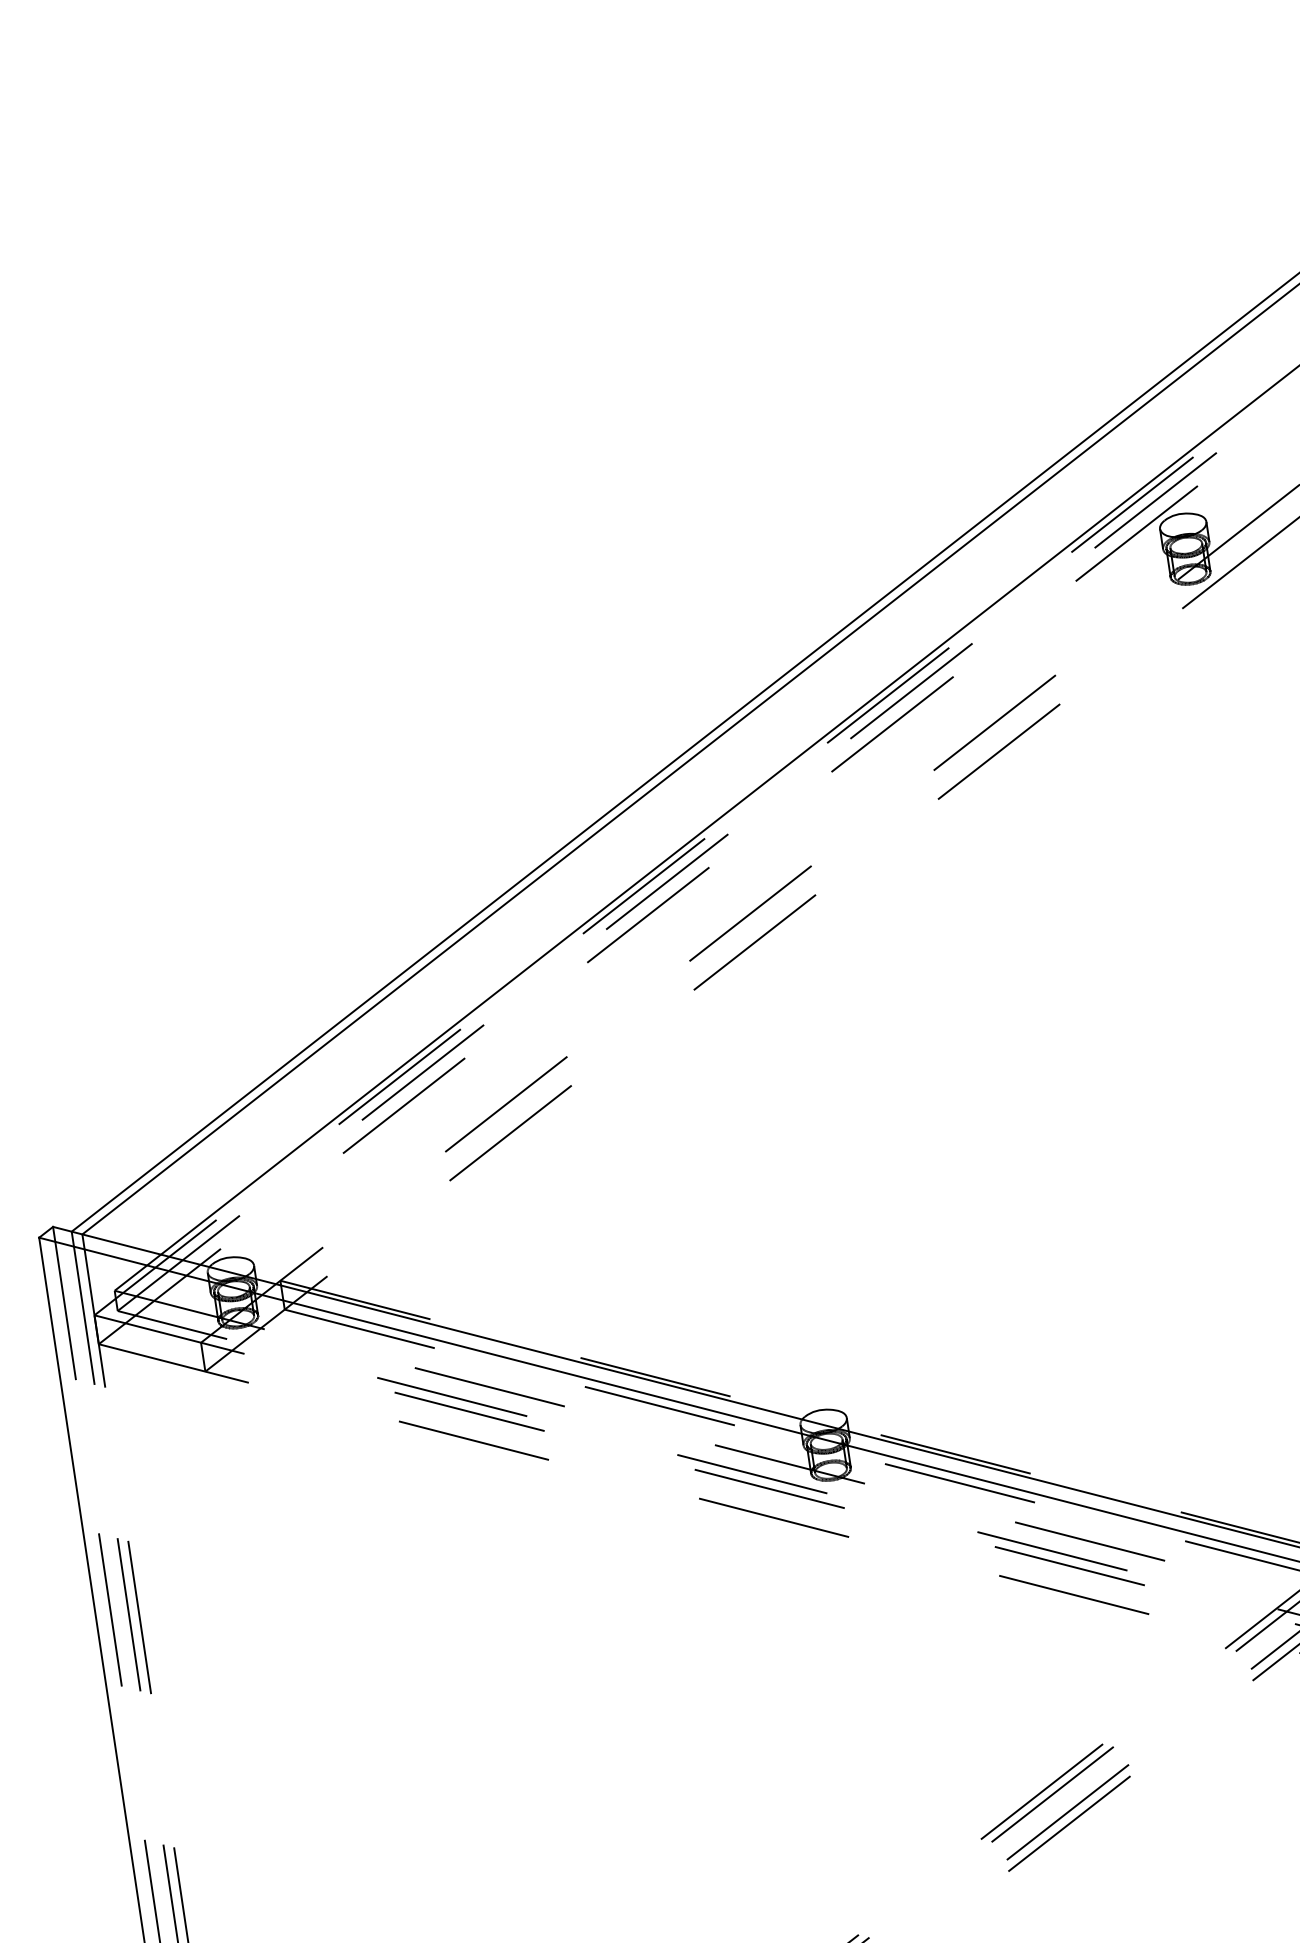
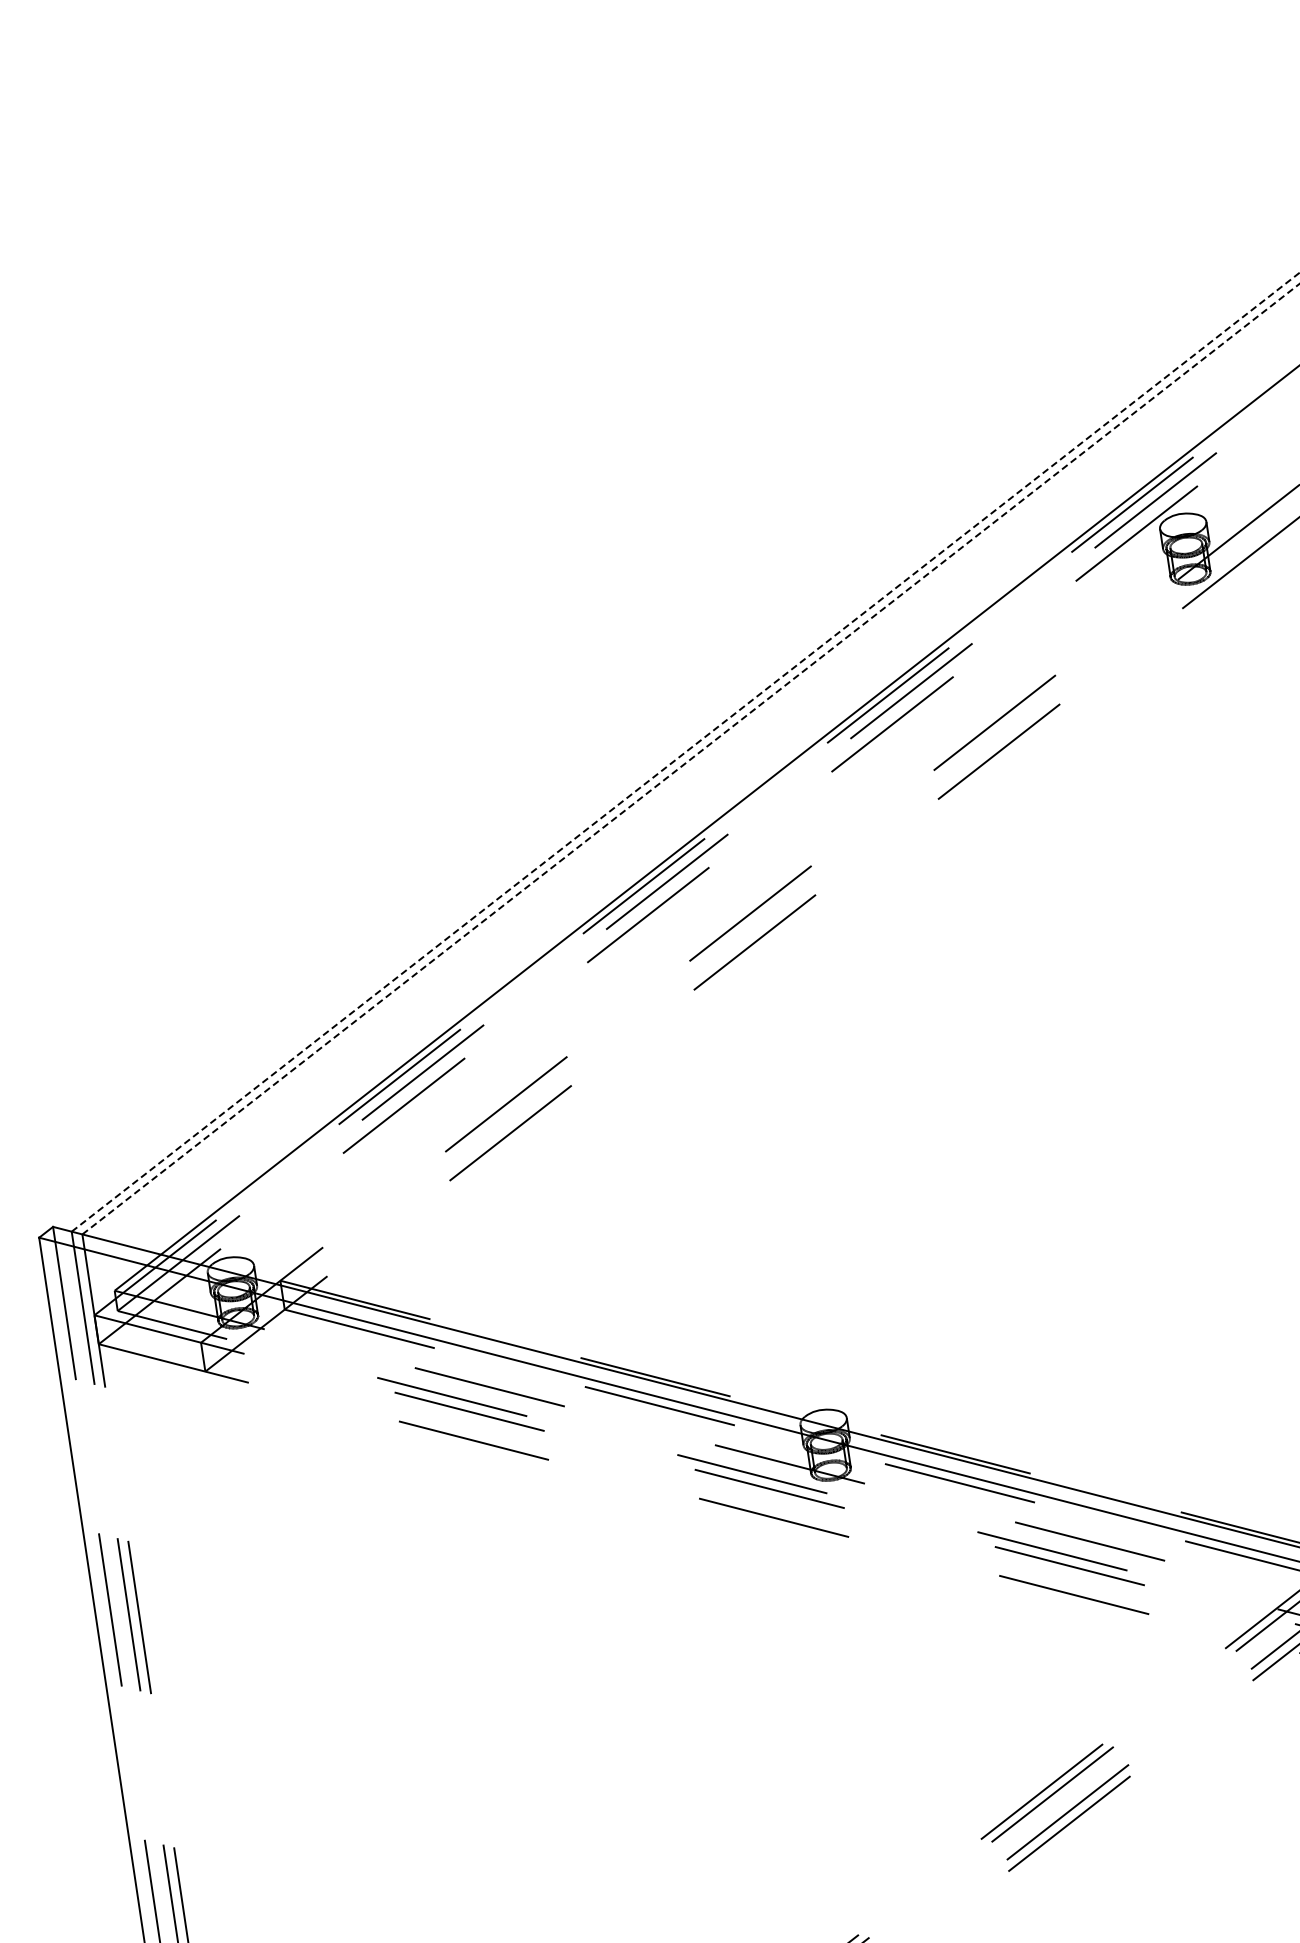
line at (685, 752): solid -> dashed
line at (690, 759): solid -> dashed
